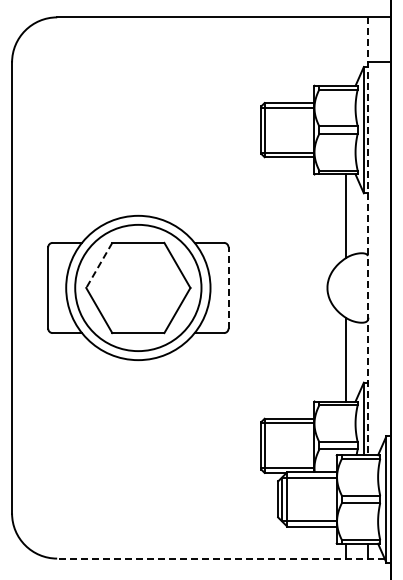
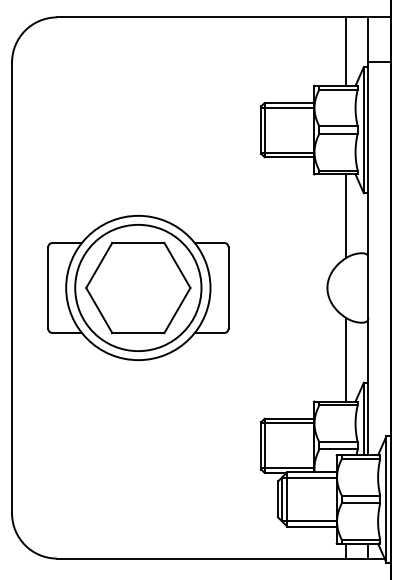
line at (345, 51): none -> present
line at (368, 236): dashed -> solid
line at (99, 265): dashed -> solid
line at (228, 288): dashed -> solid
line at (220, 558): dashed -> solid
